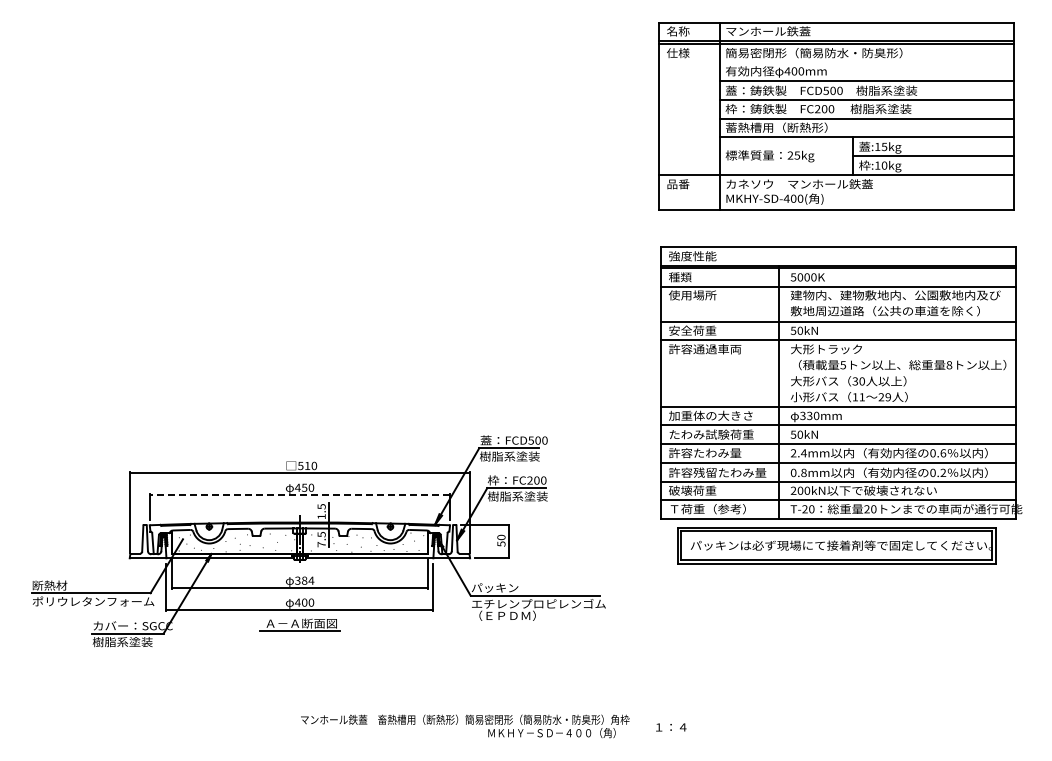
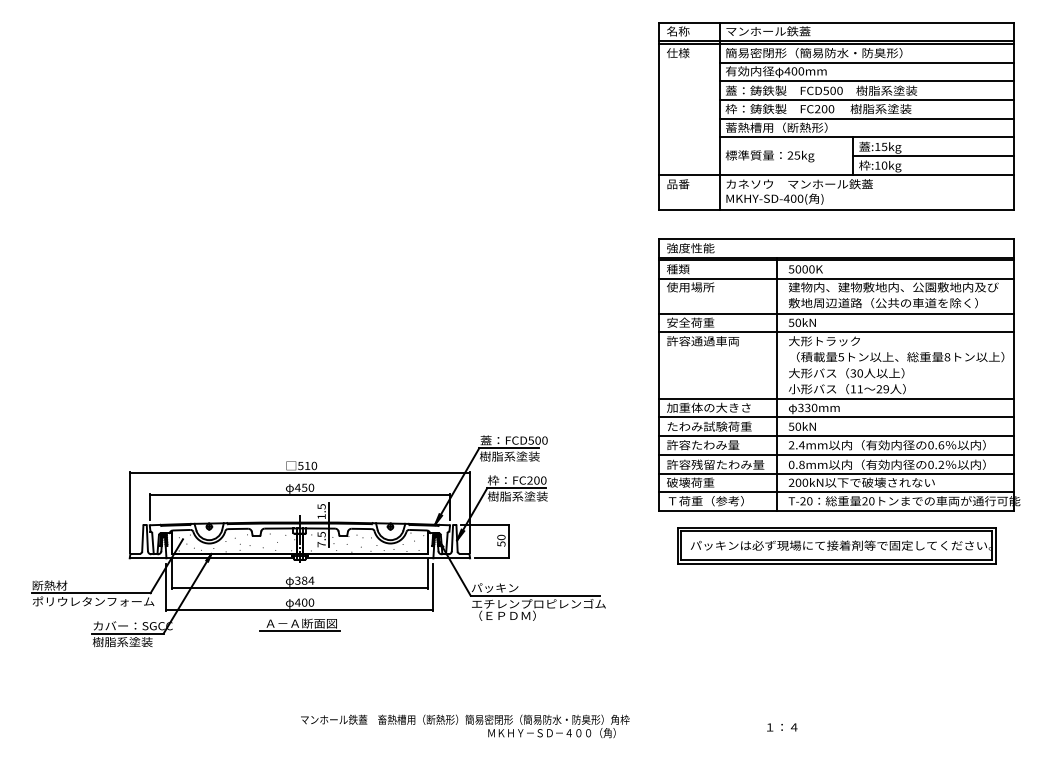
line at (866, 62): none -> present
part at (841, 382) position: (841, 382) -> (839, 374)
line at (299, 495): dashed -> solid
text at (671, 727) position: (671, 727) -> (782, 727)
